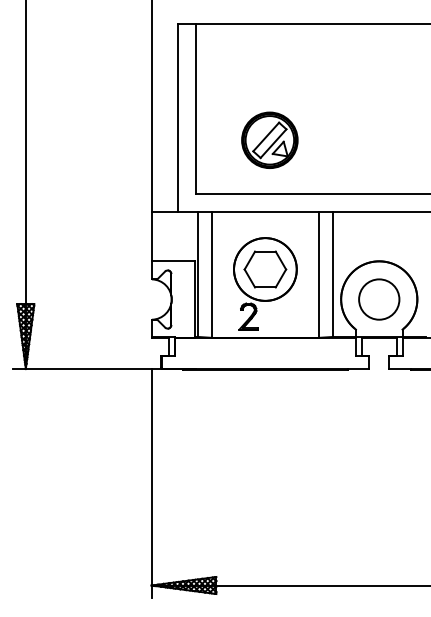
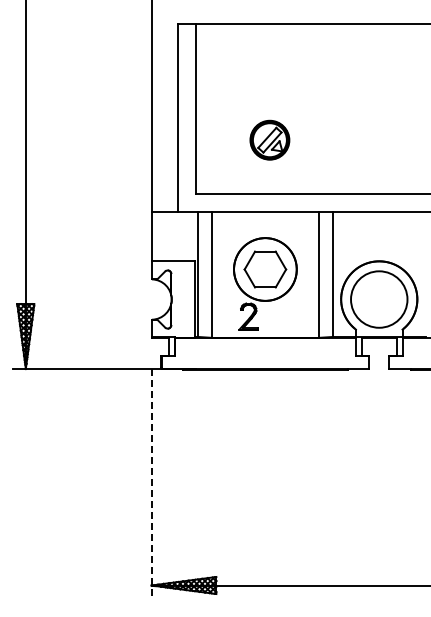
part at (269, 139) size: 58x58 px -> 42x42 px
circle at (379, 299) diameter: 40 px -> 56 px
line at (151, 483): solid -> dashed
